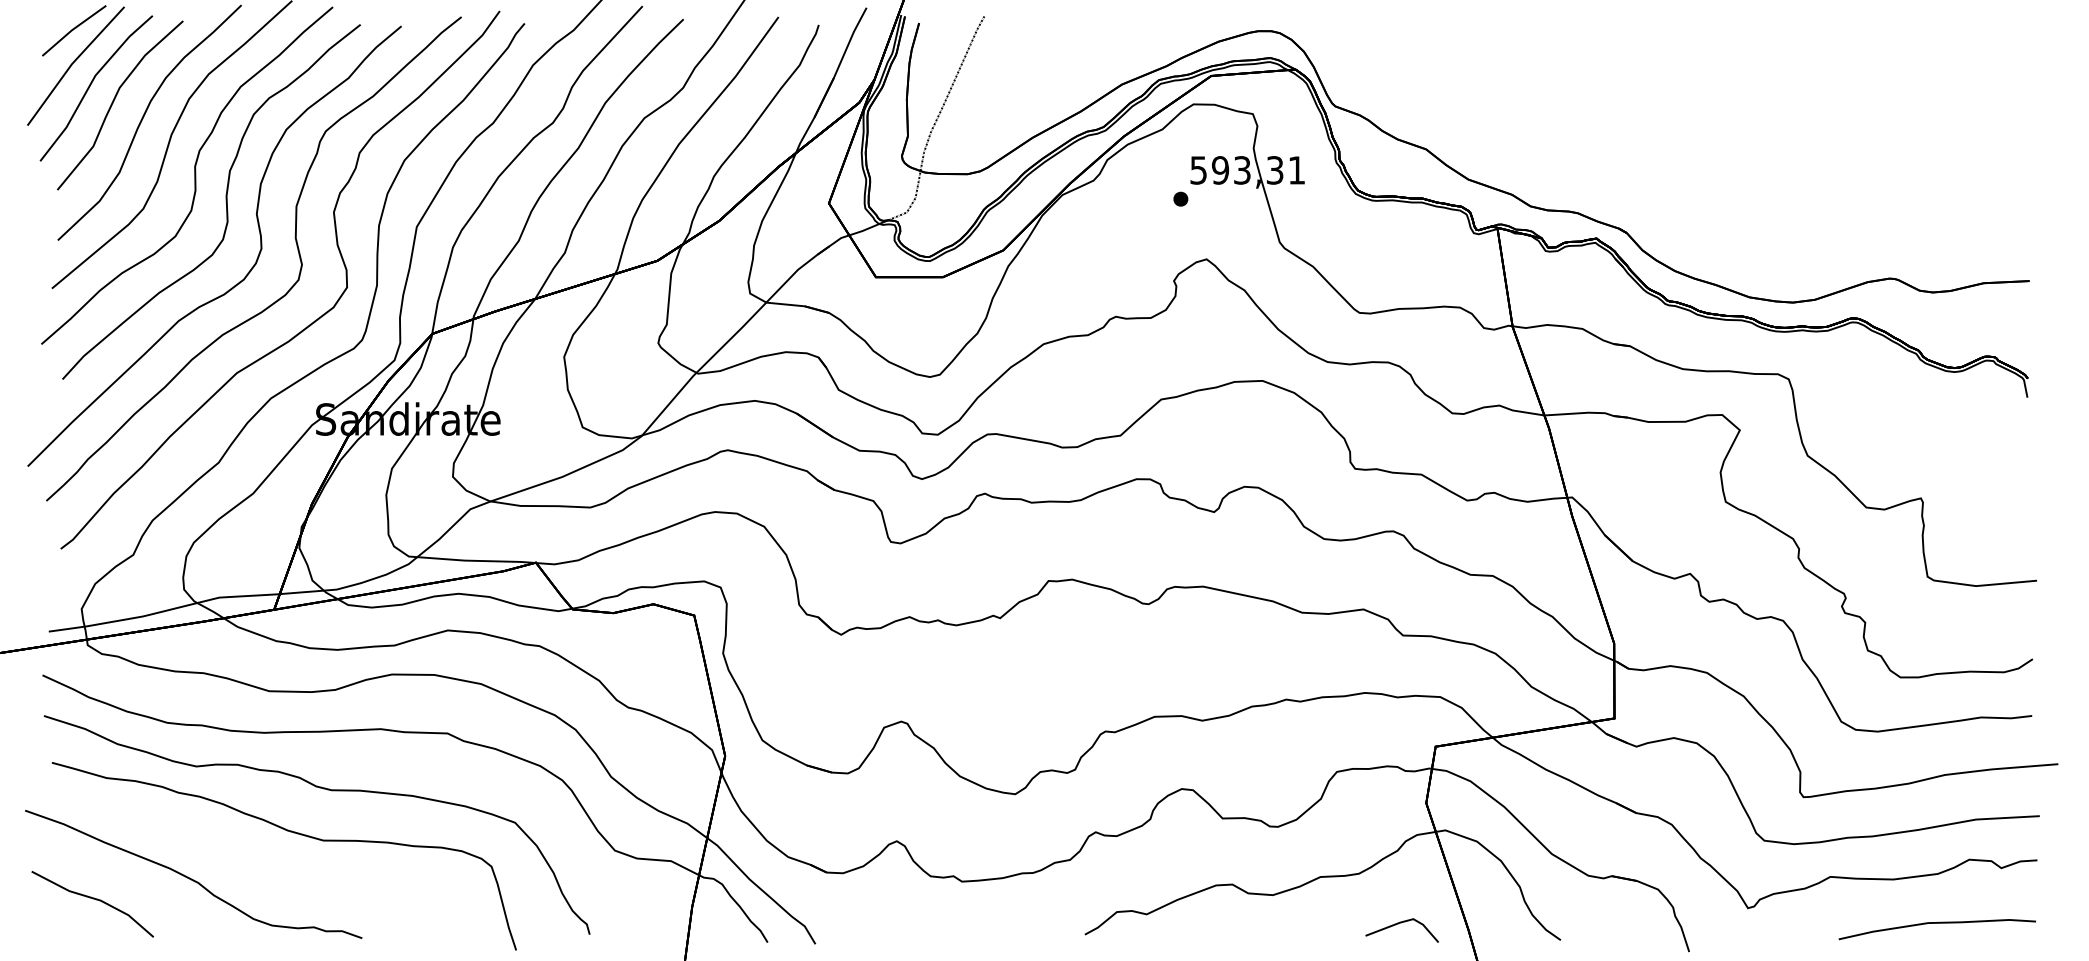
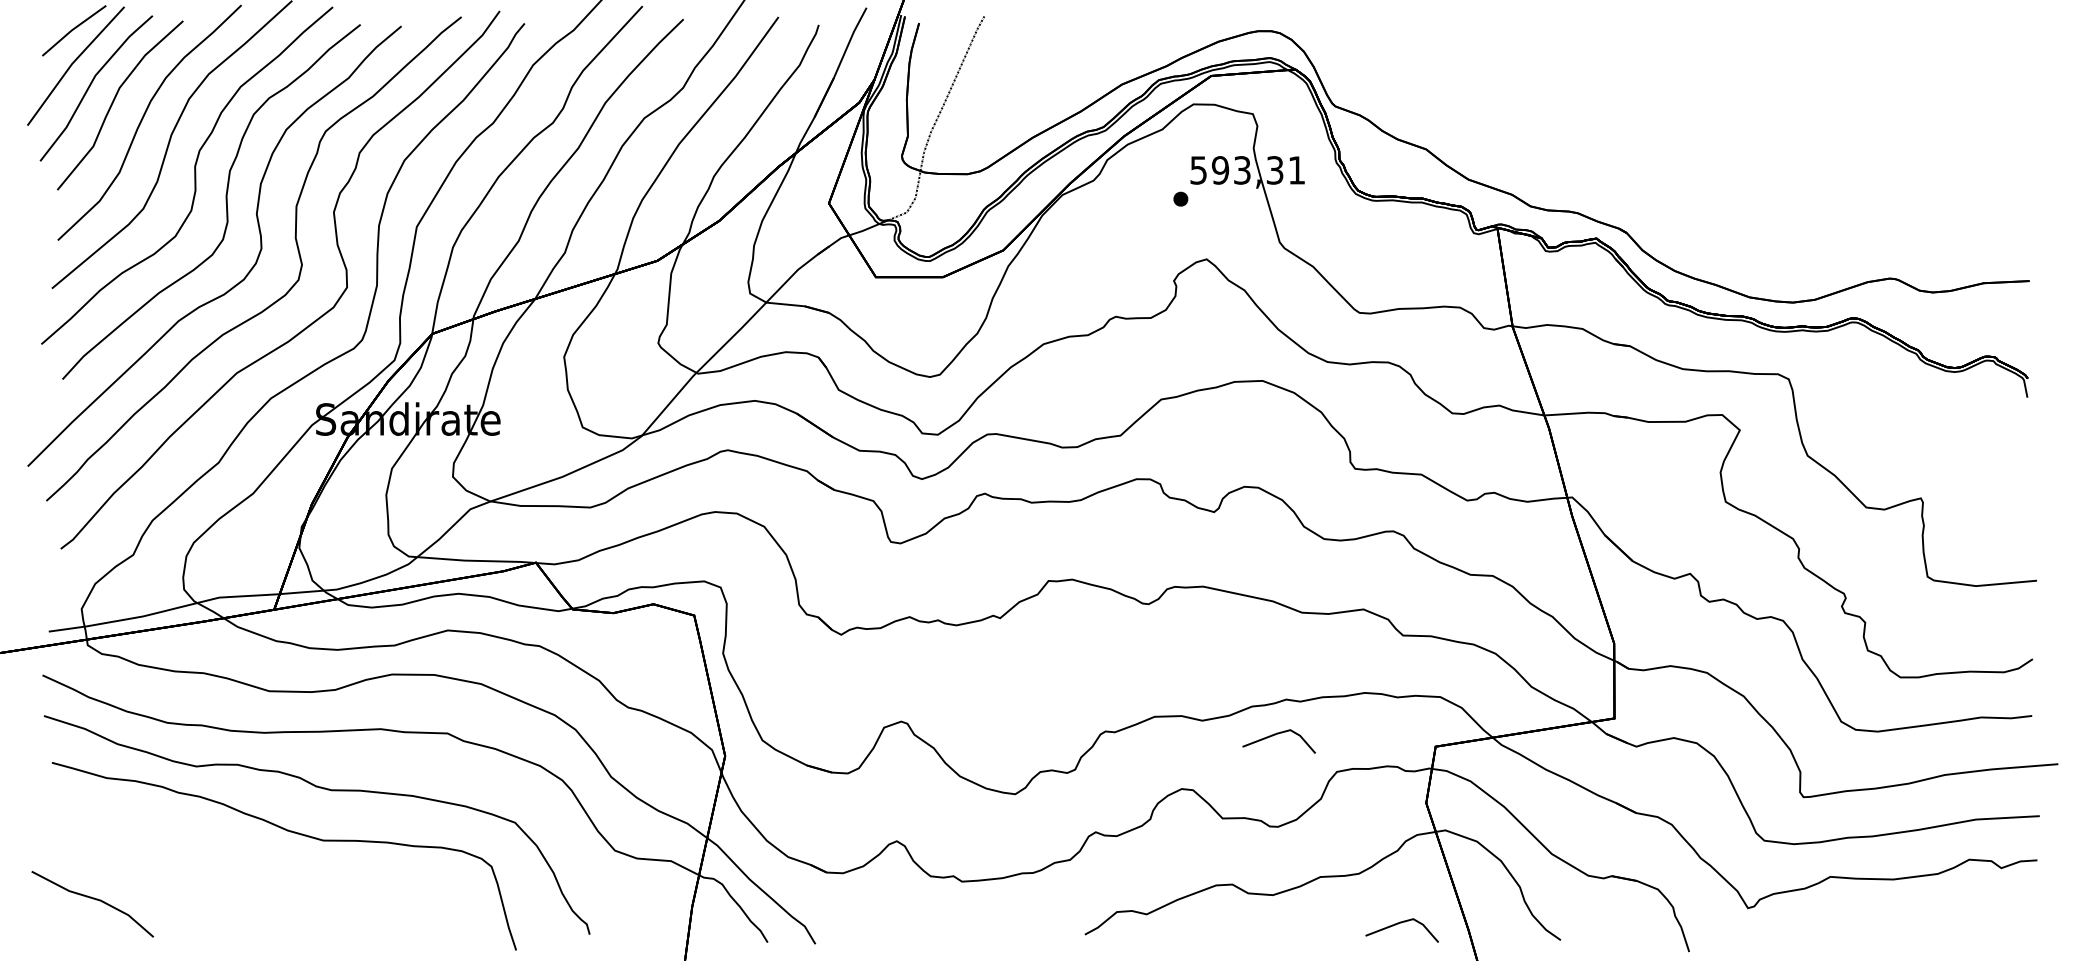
part at (1275, 735): none -> present
curve at (190, 877): present -> none
curve at (1936, 923): present -> none
